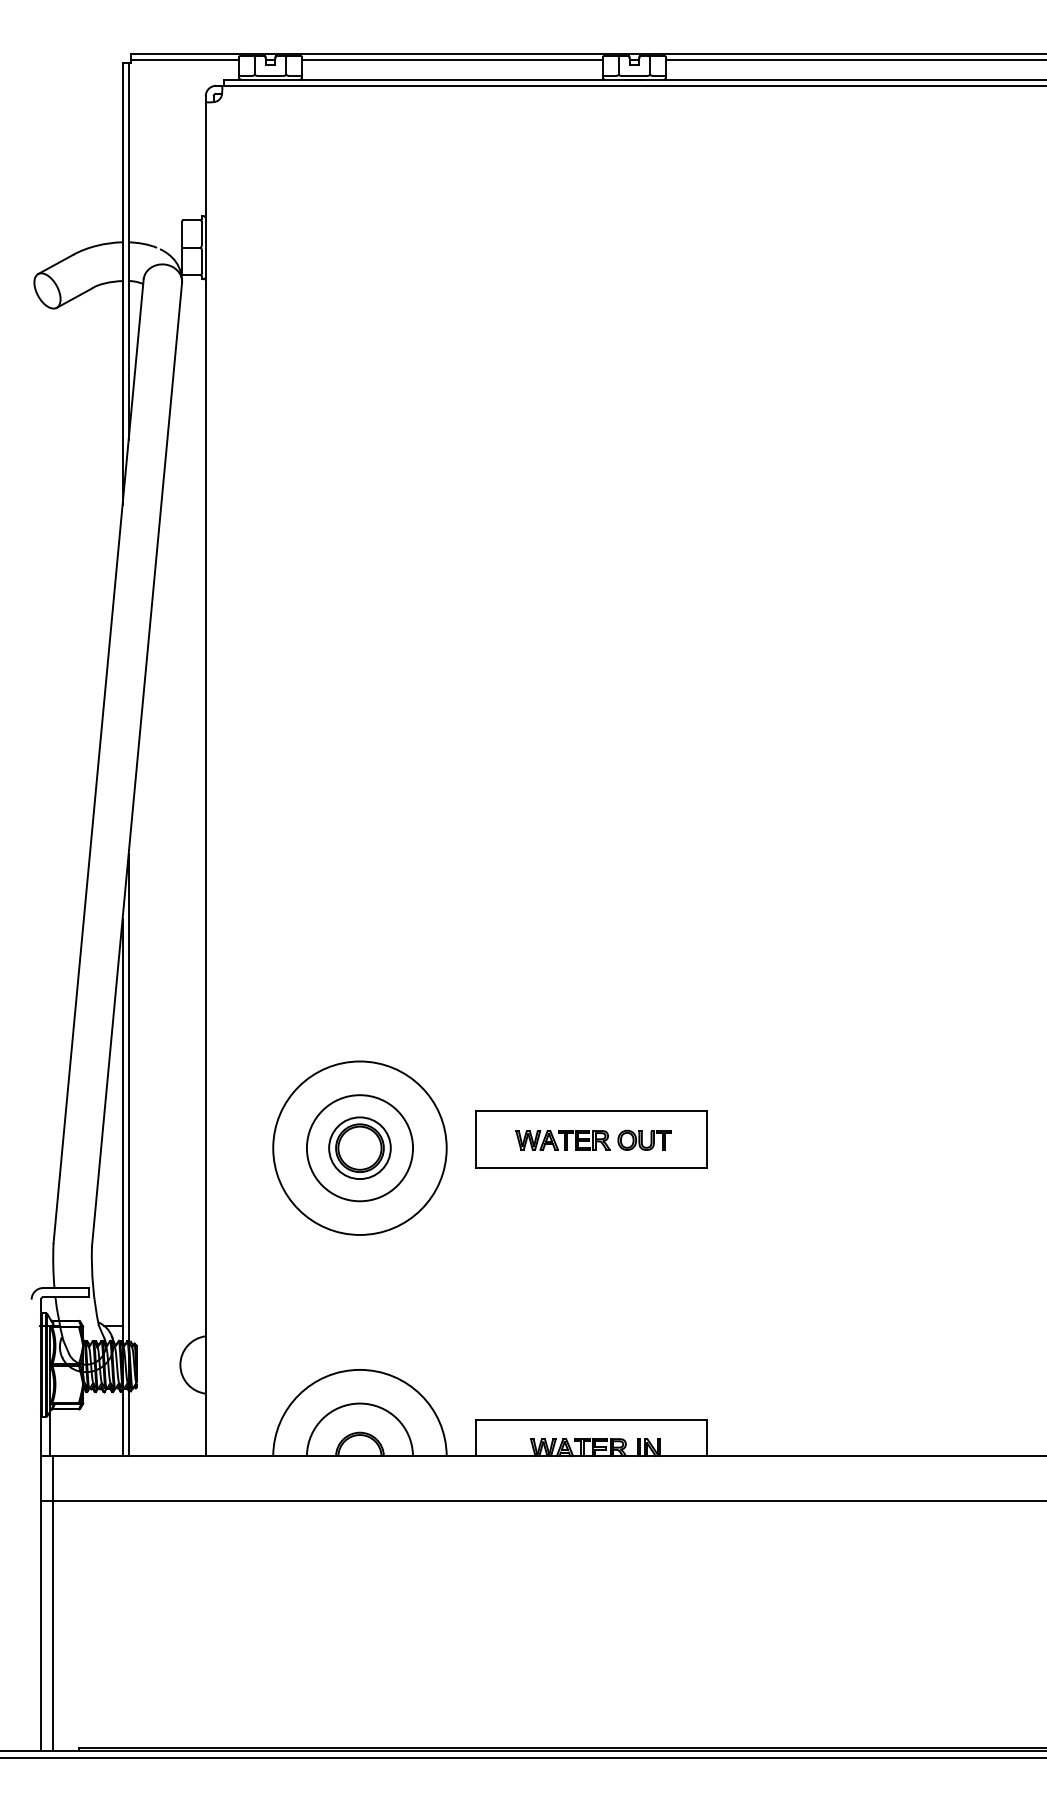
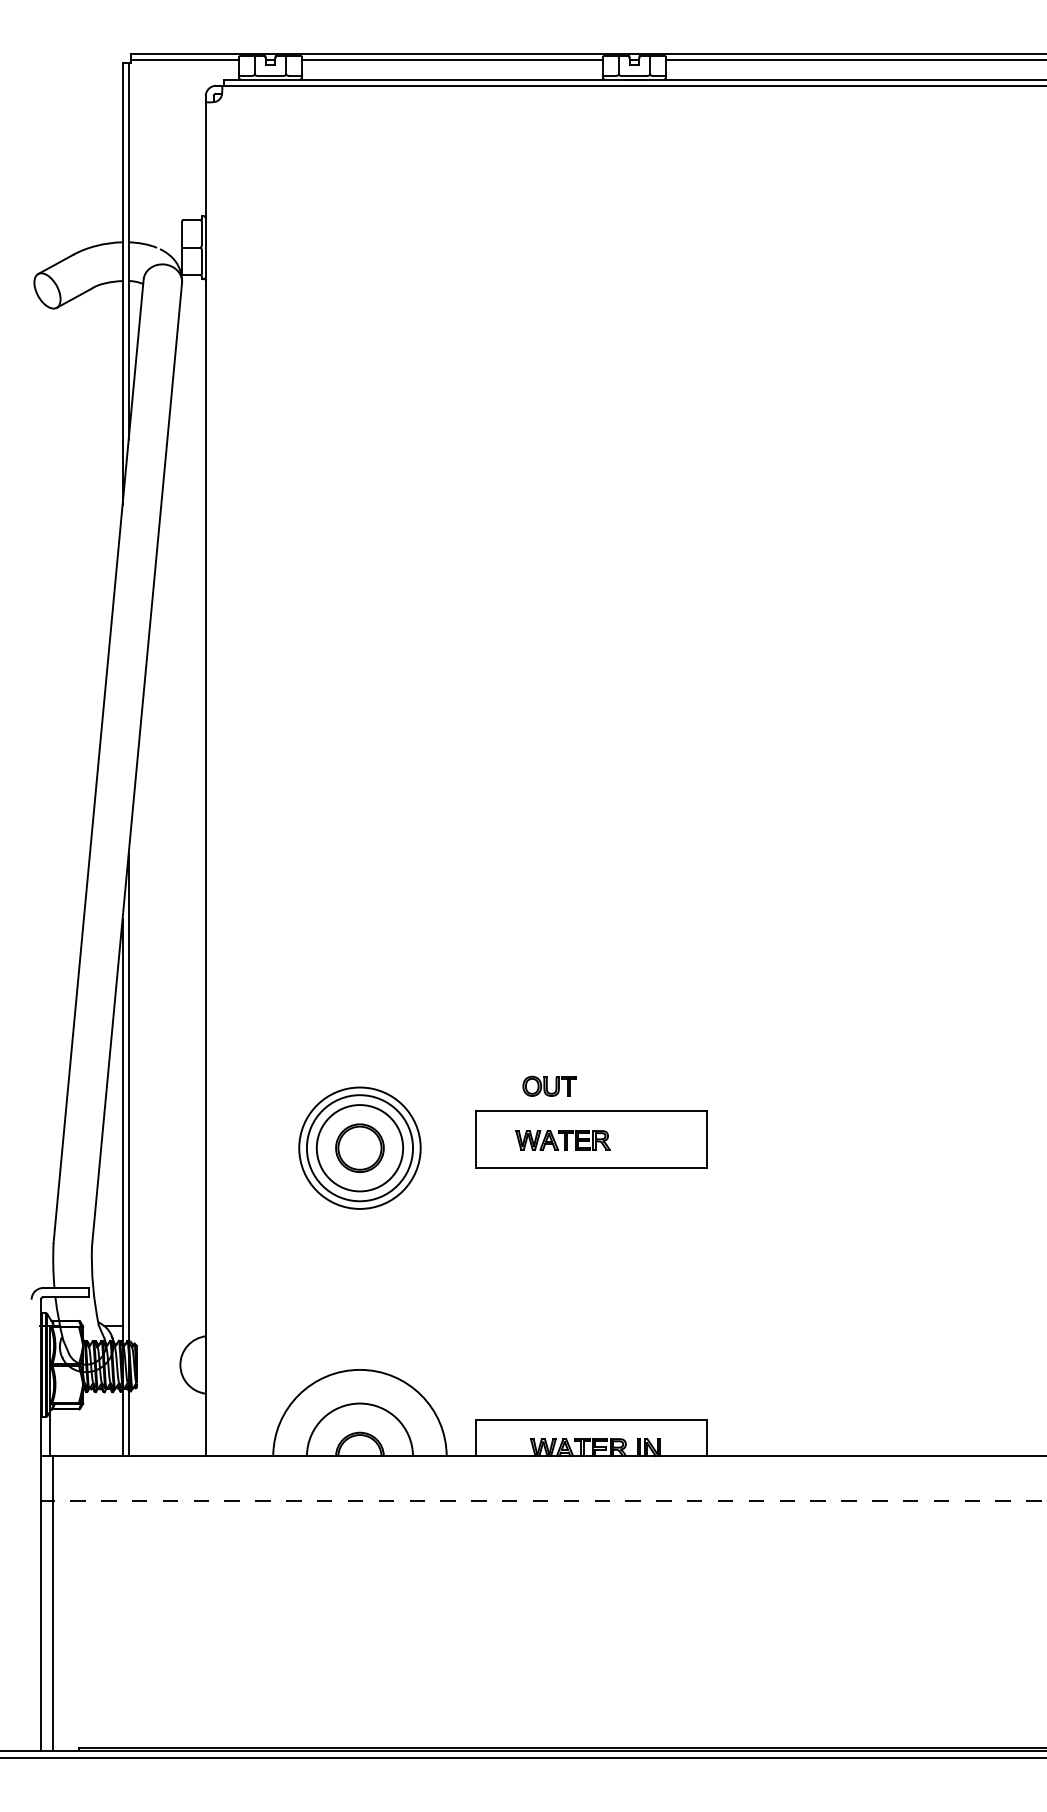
part at (644, 1139) position: (644, 1139) -> (549, 1085)
circle at (359, 1147) diameter: 173 px -> 121 px
circle at (359, 1148) diameter: 62 px -> 86 px
line at (549, 1500): solid -> dashed
